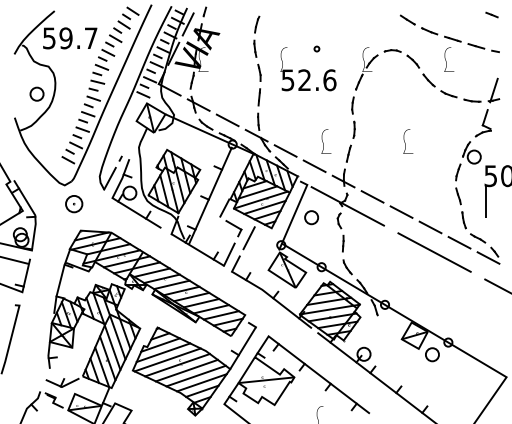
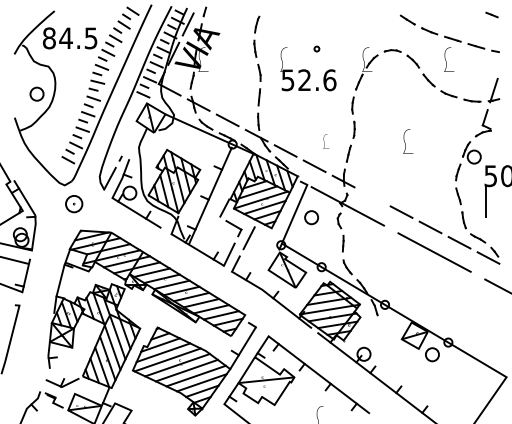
text at (69, 38): 59.7 -> 84.5
part at (326, 141) size: 11x25 px -> 7x15 px
line at (372, 196): present -> none
